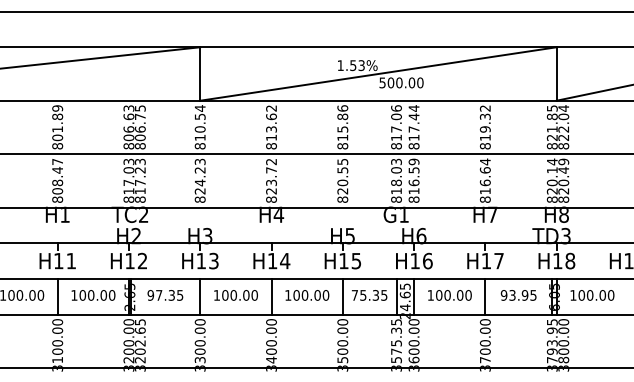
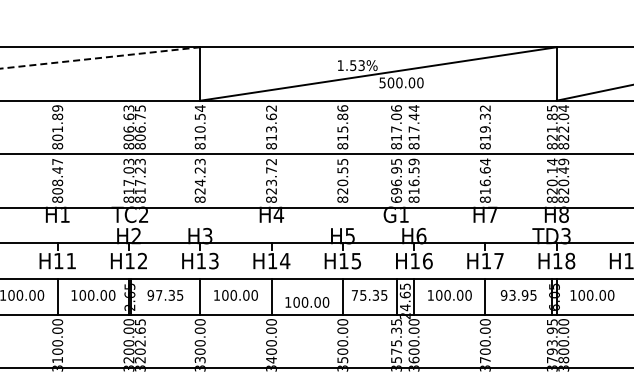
line at (316, 11): present -> none
line at (100, 57): solid -> dashed
text at (396, 180): 818.03 -> 696.95
text at (307, 295) position: (307, 295) -> (307, 302)
